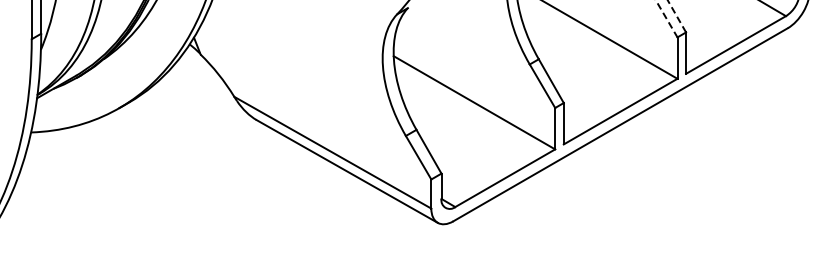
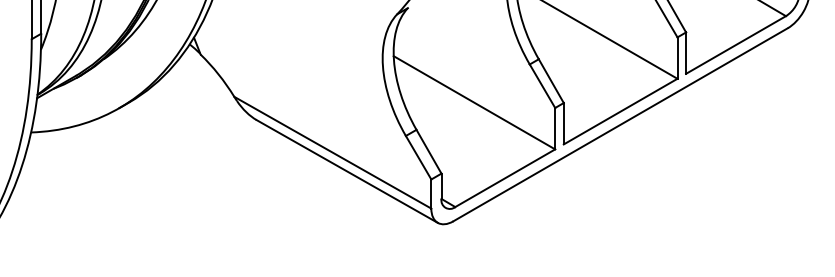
line at (676, 16): dashed -> solid
line at (667, 19): dashed -> solid
